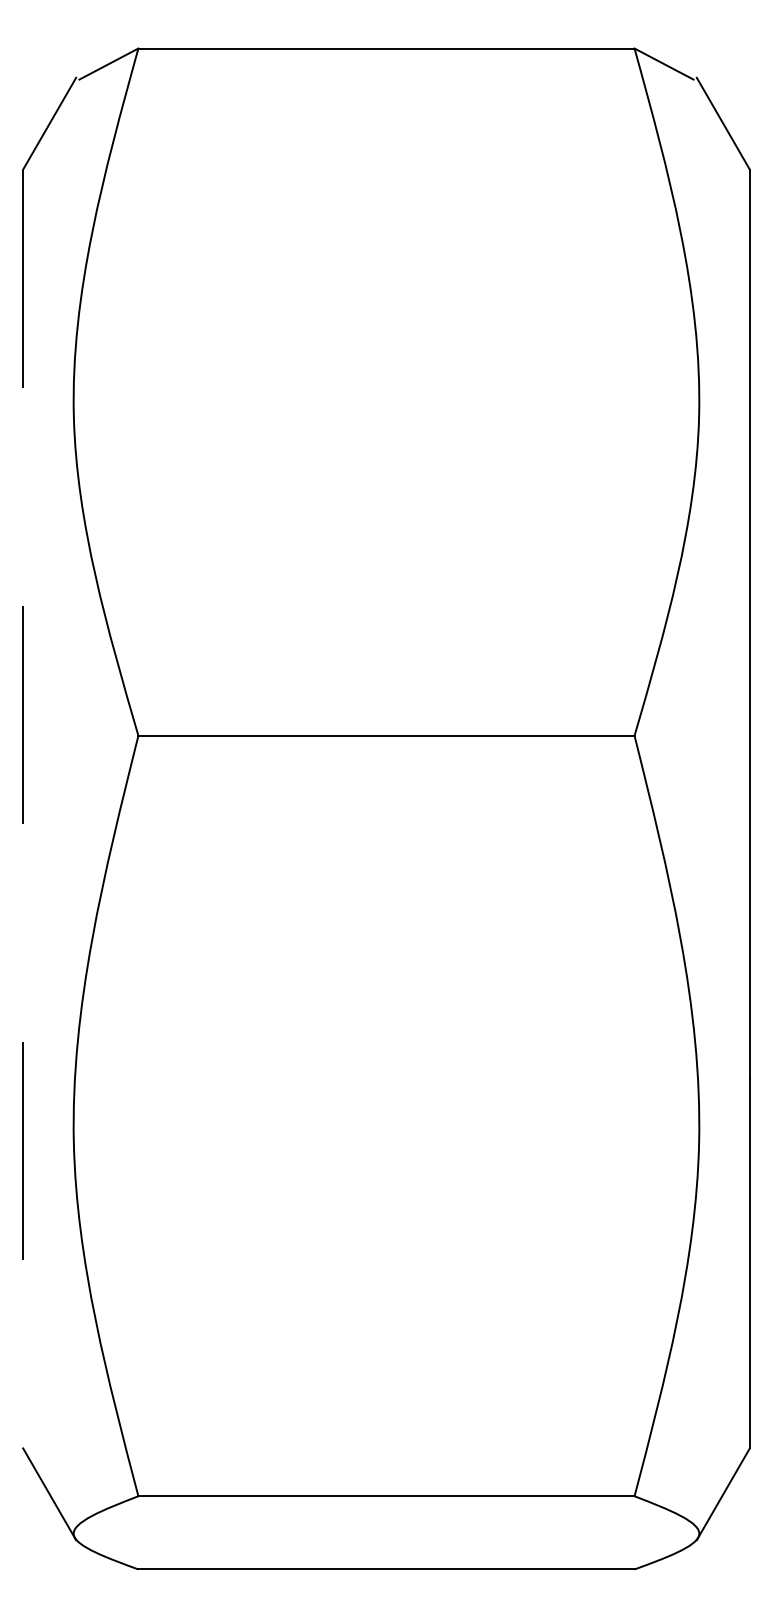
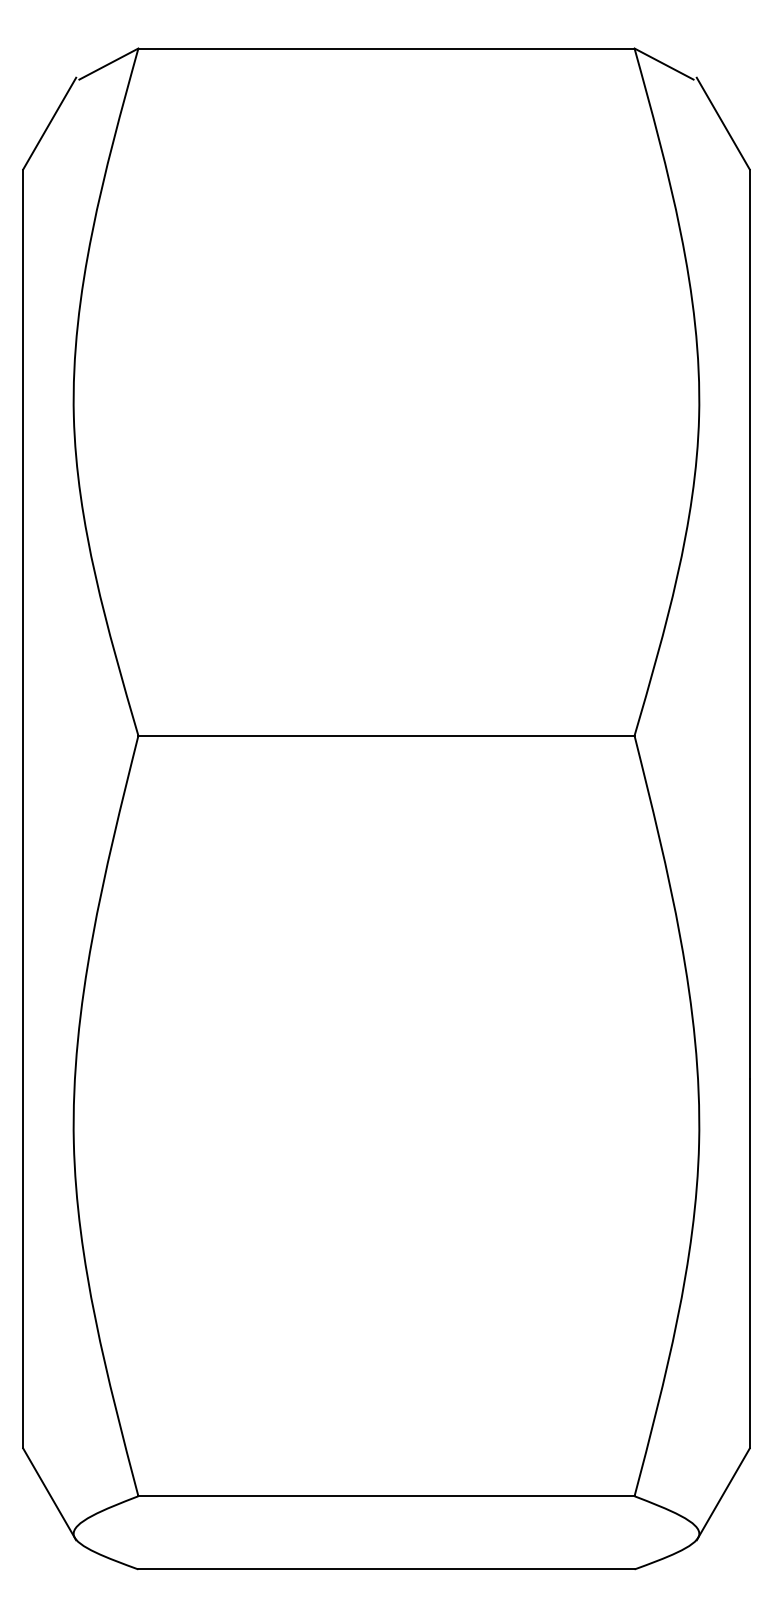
line at (23, 809): dashed -> solid
